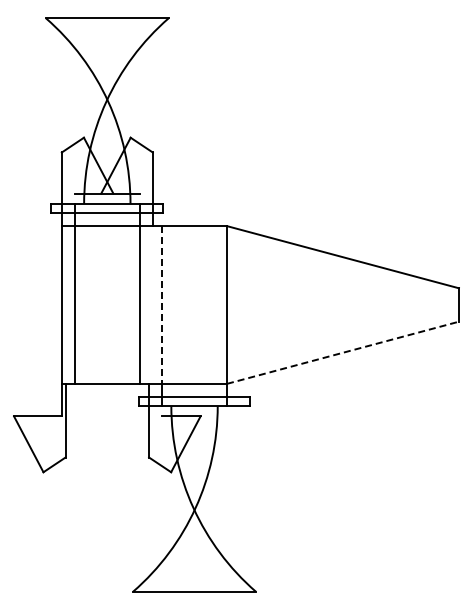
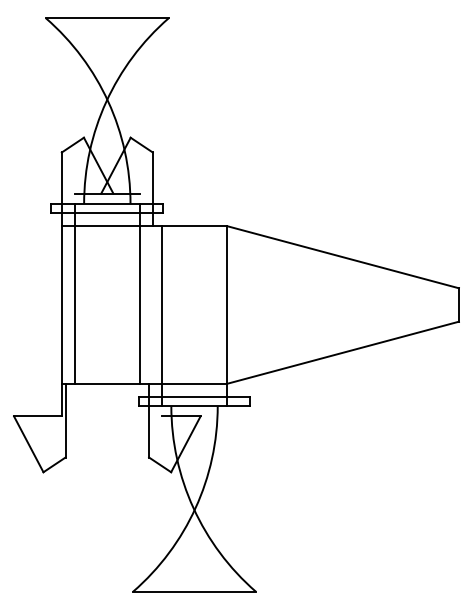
line at (162, 305): dashed -> solid
line at (343, 352): dashed -> solid
